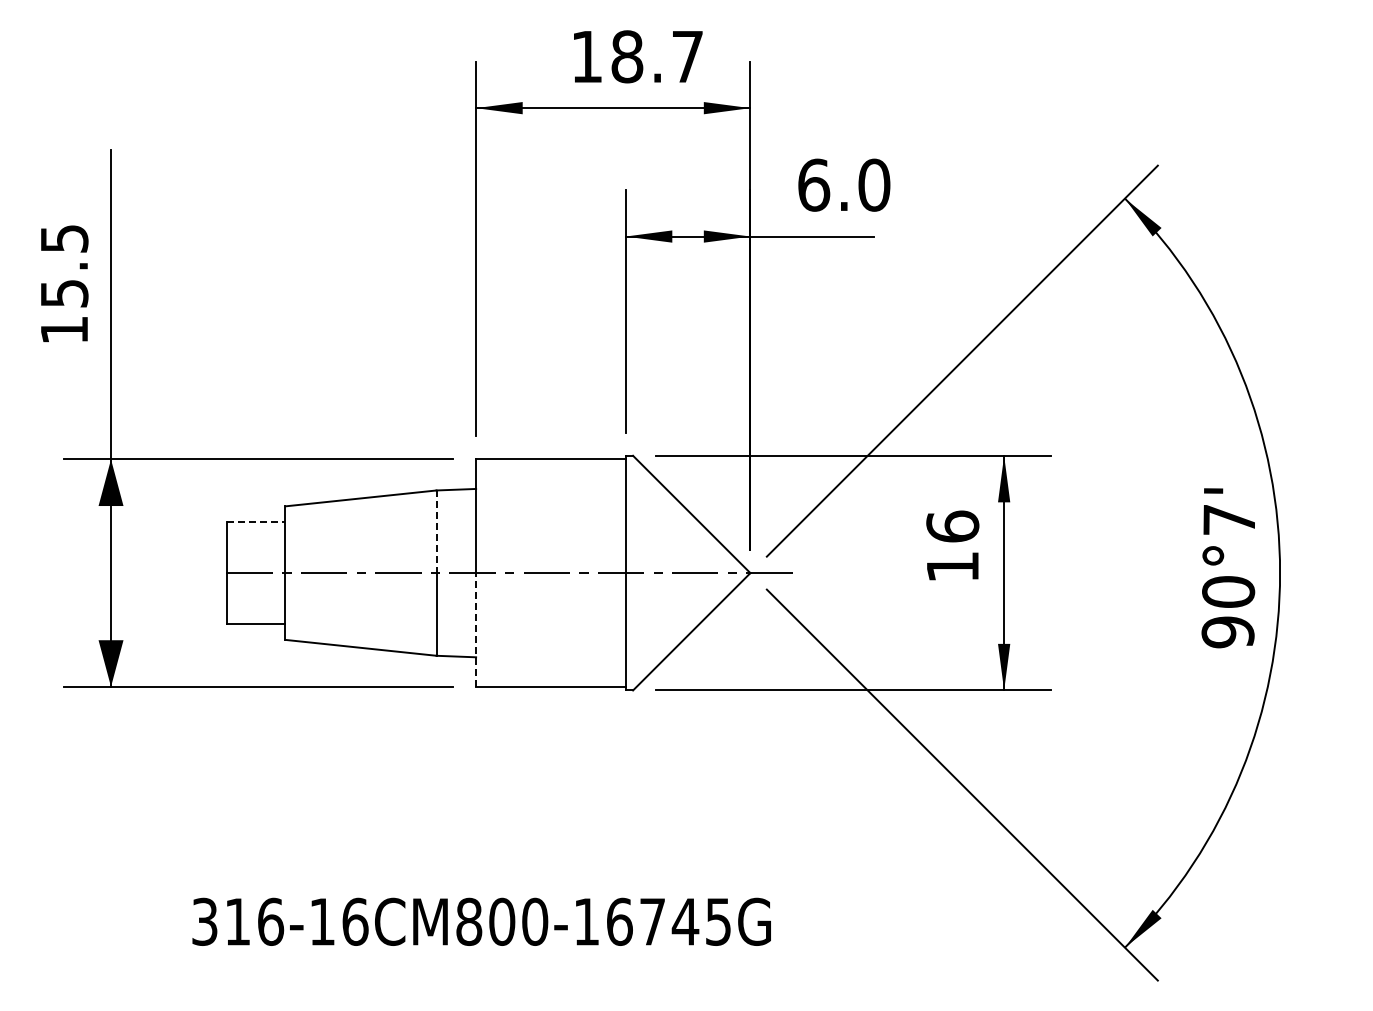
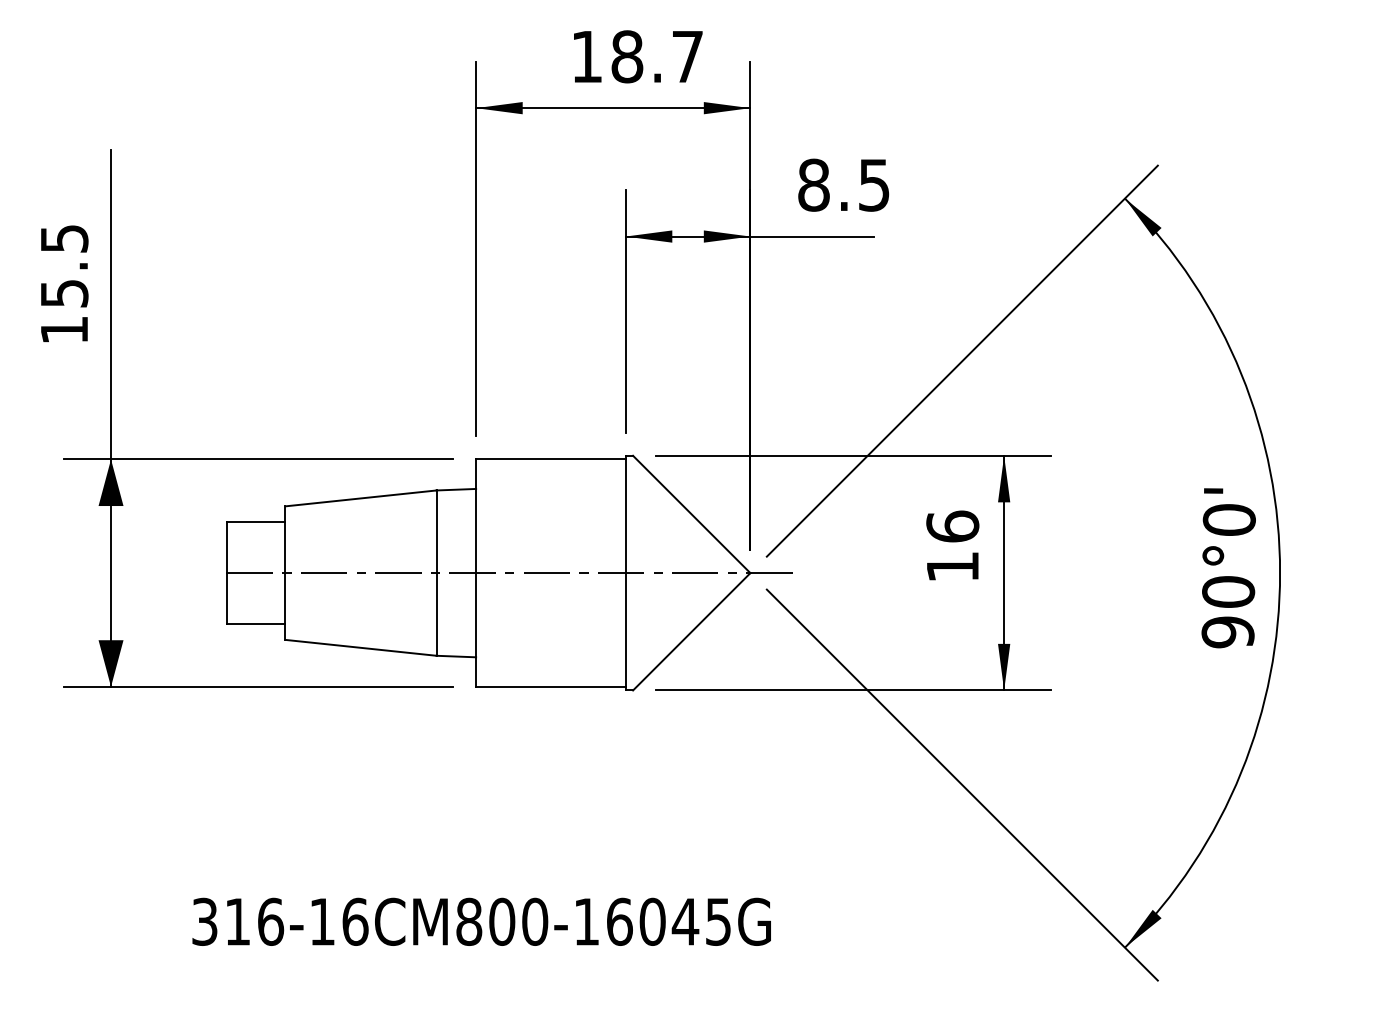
text at (844, 184): 6.0 -> 8.5
text at (1228, 519): 90°7' -> 90°0'
line at (256, 521): dashed -> solid
line at (436, 532): dashed -> solid
line at (476, 629): dashed -> solid
text at (652, 921): 316-16CM800-16745G -> 316-16CM800-16045G
